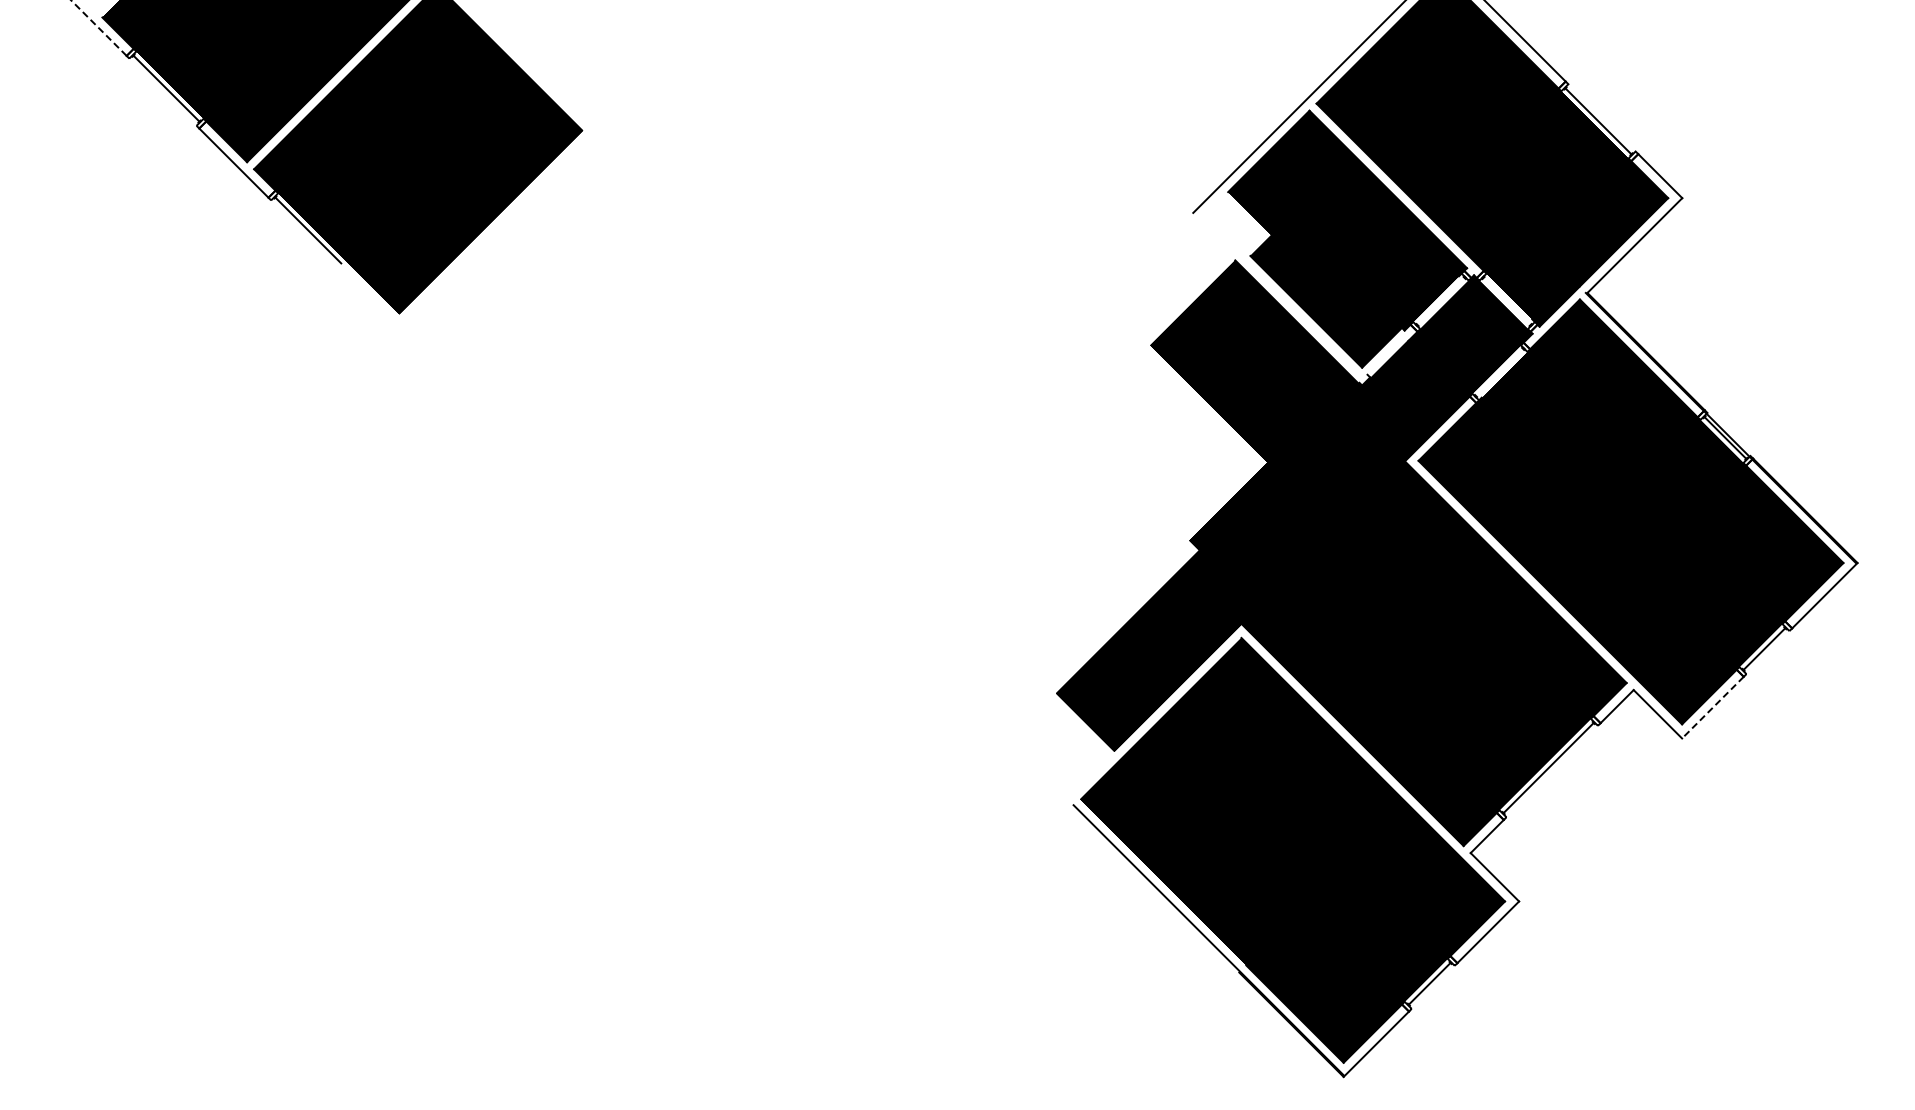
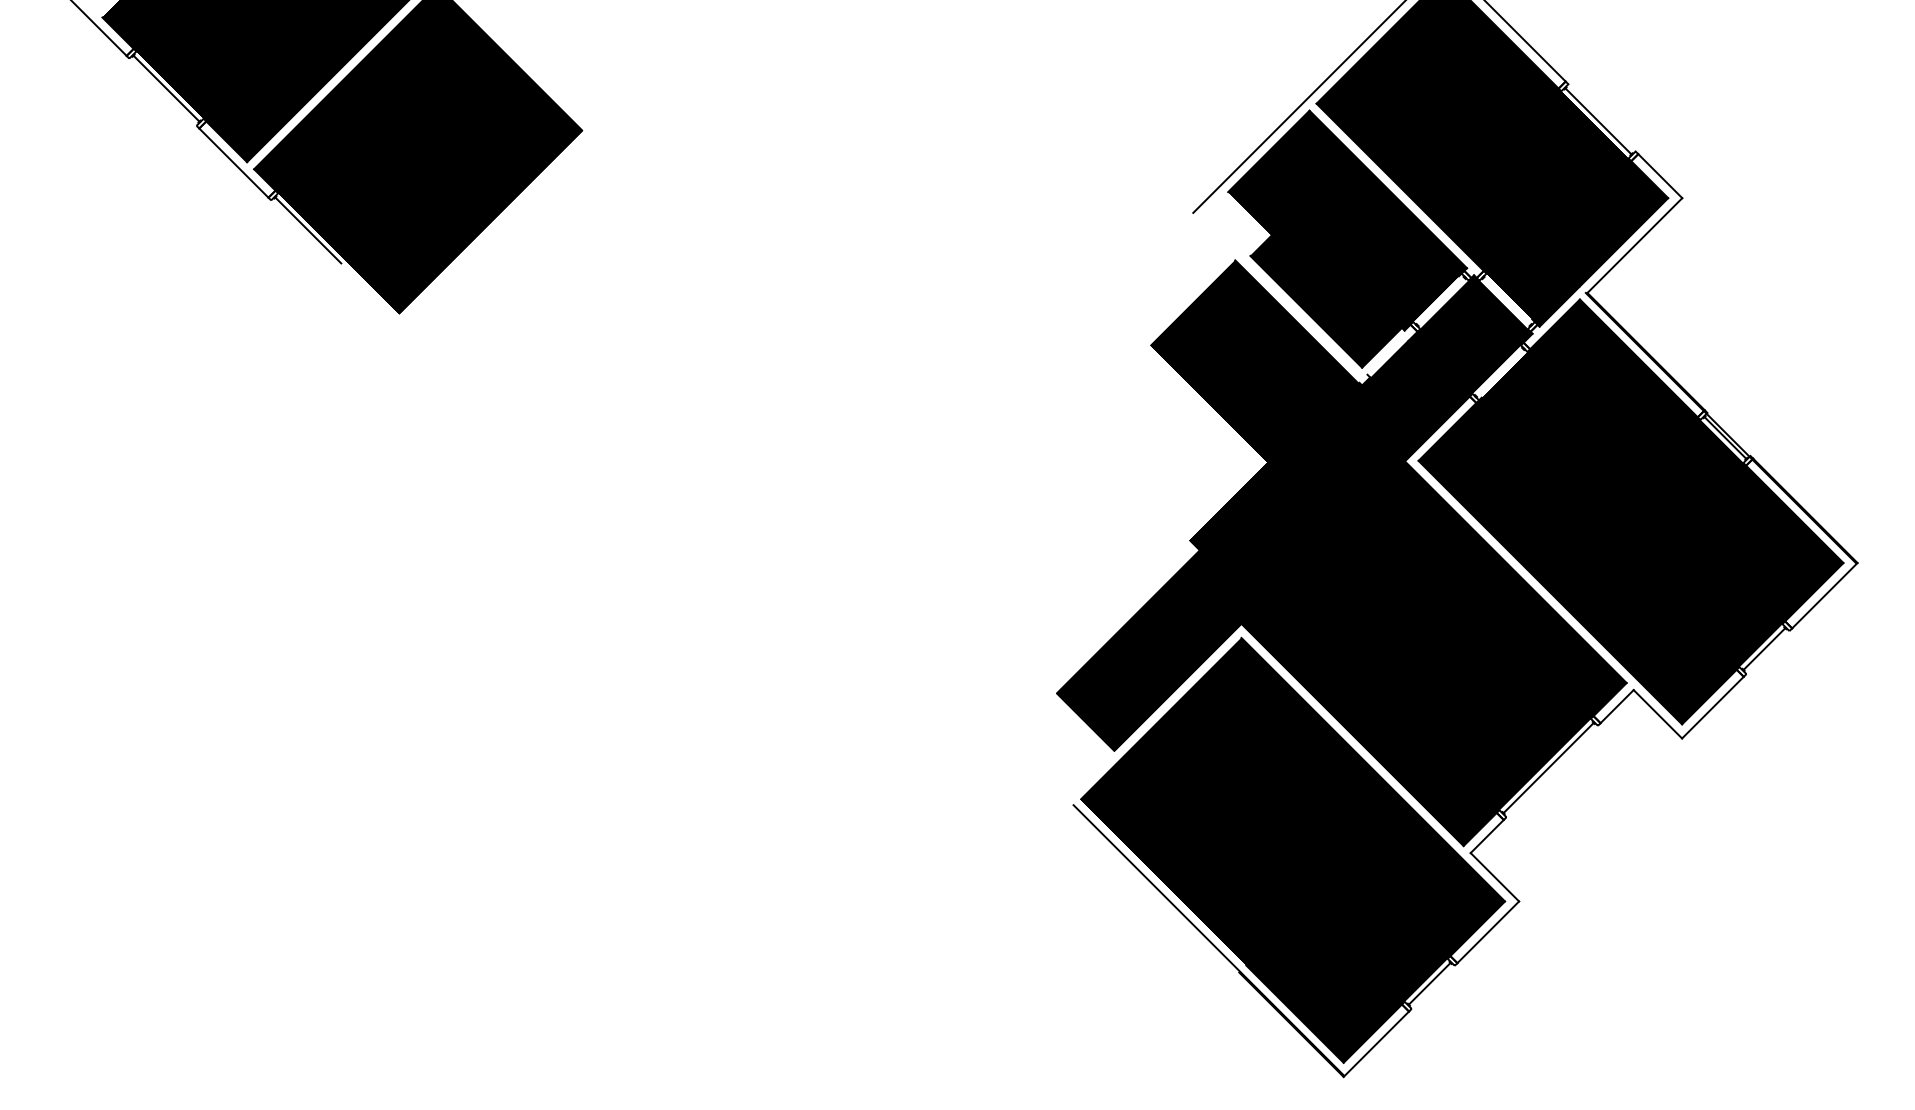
line at (98, 27): dashed -> solid
line at (1712, 707): dashed -> solid
